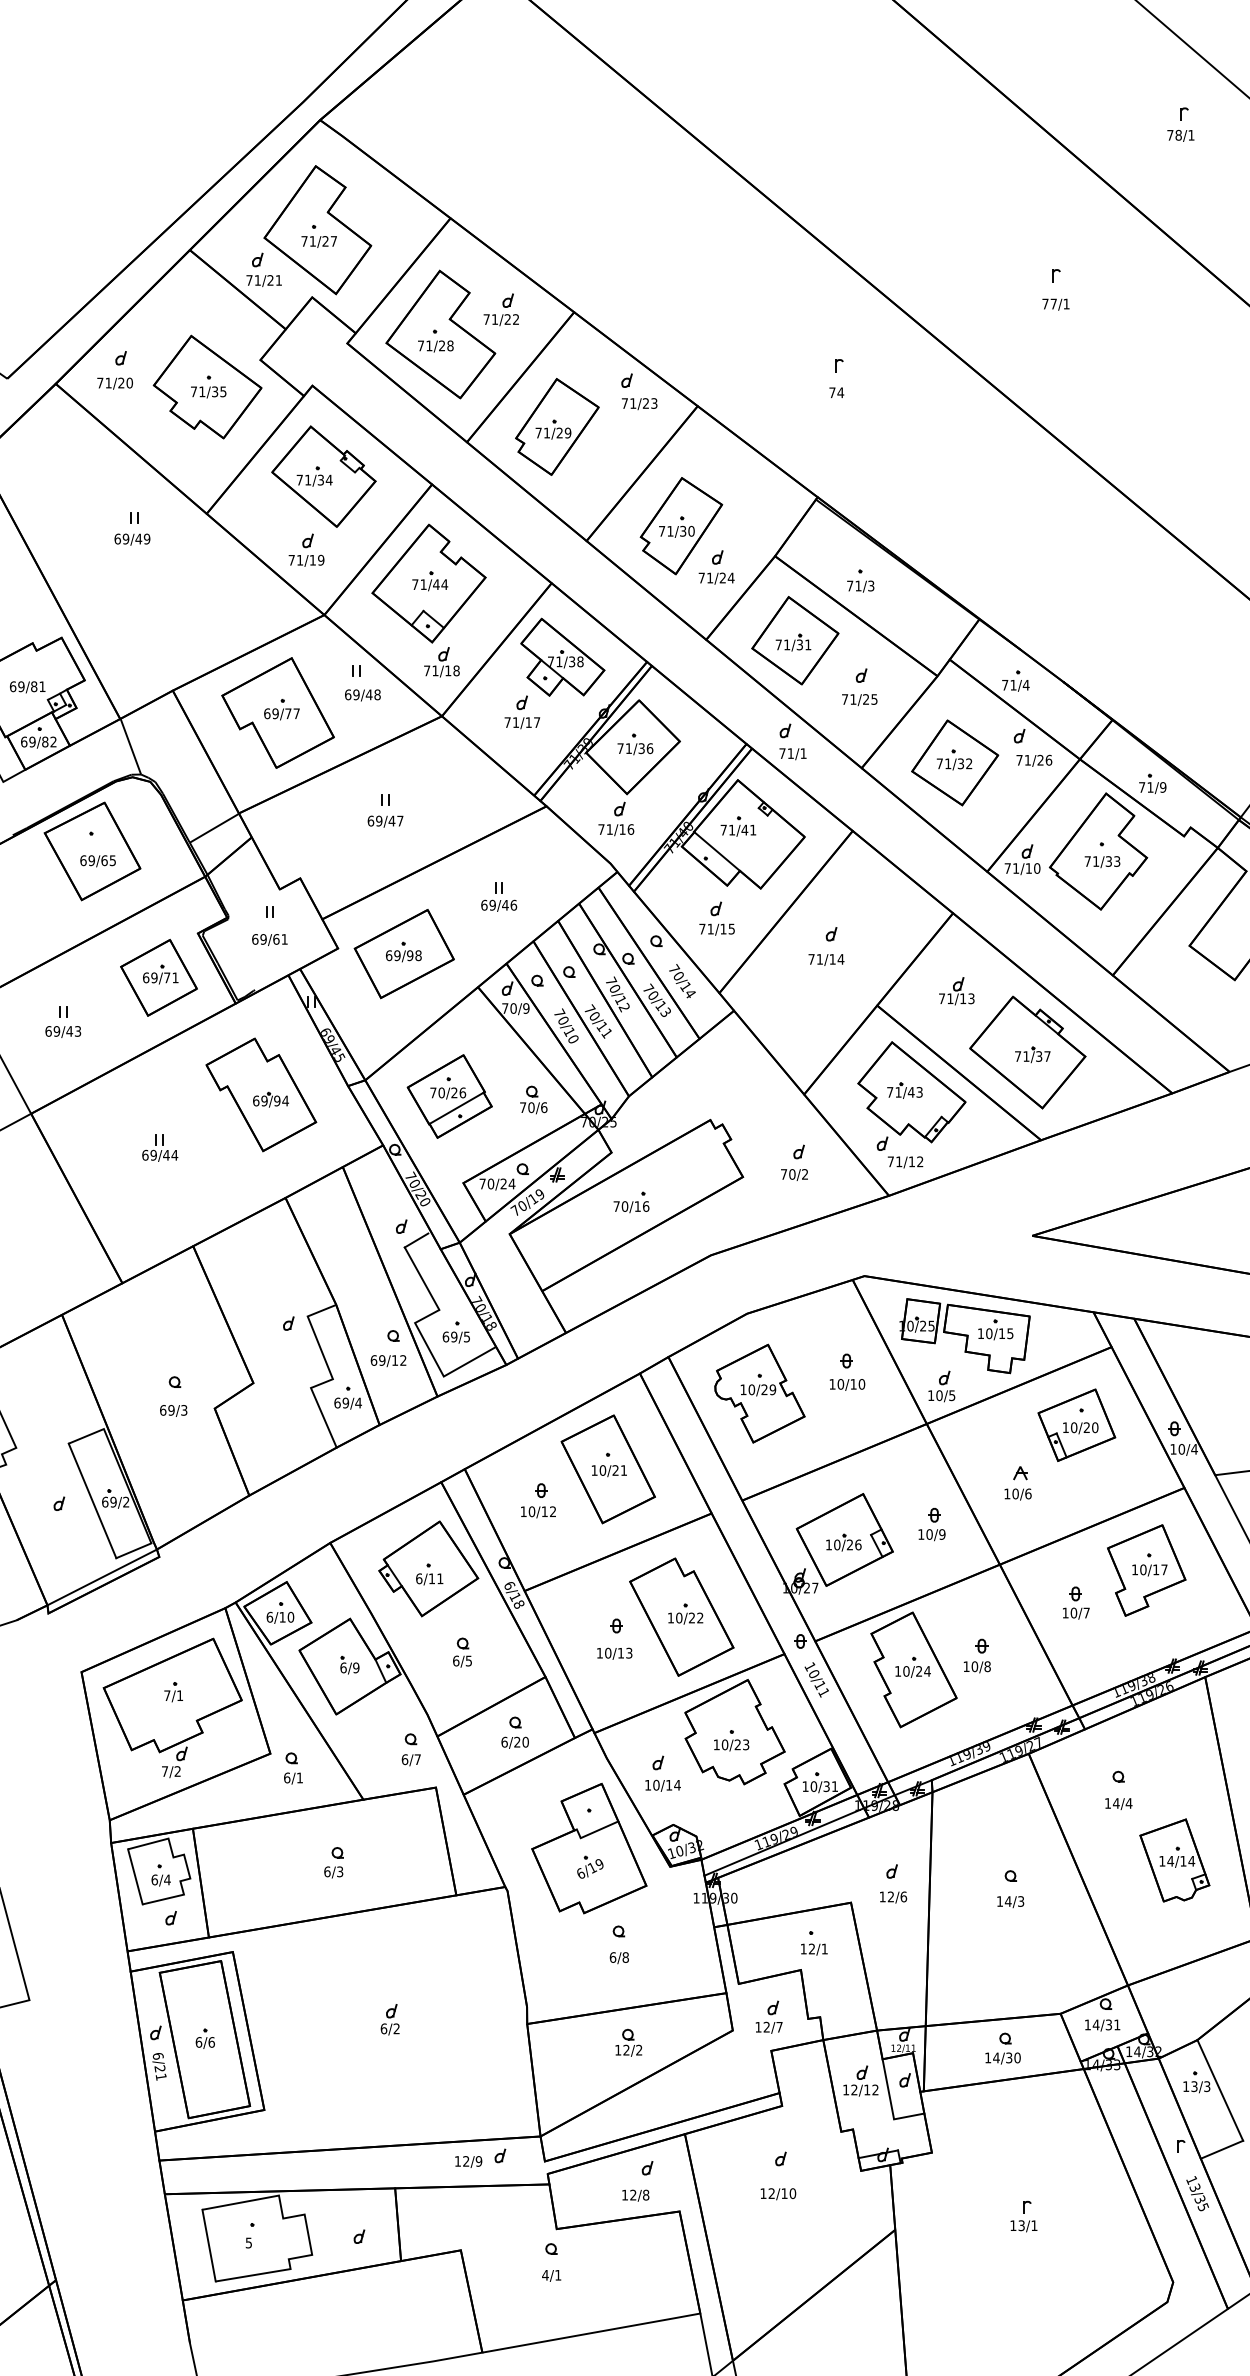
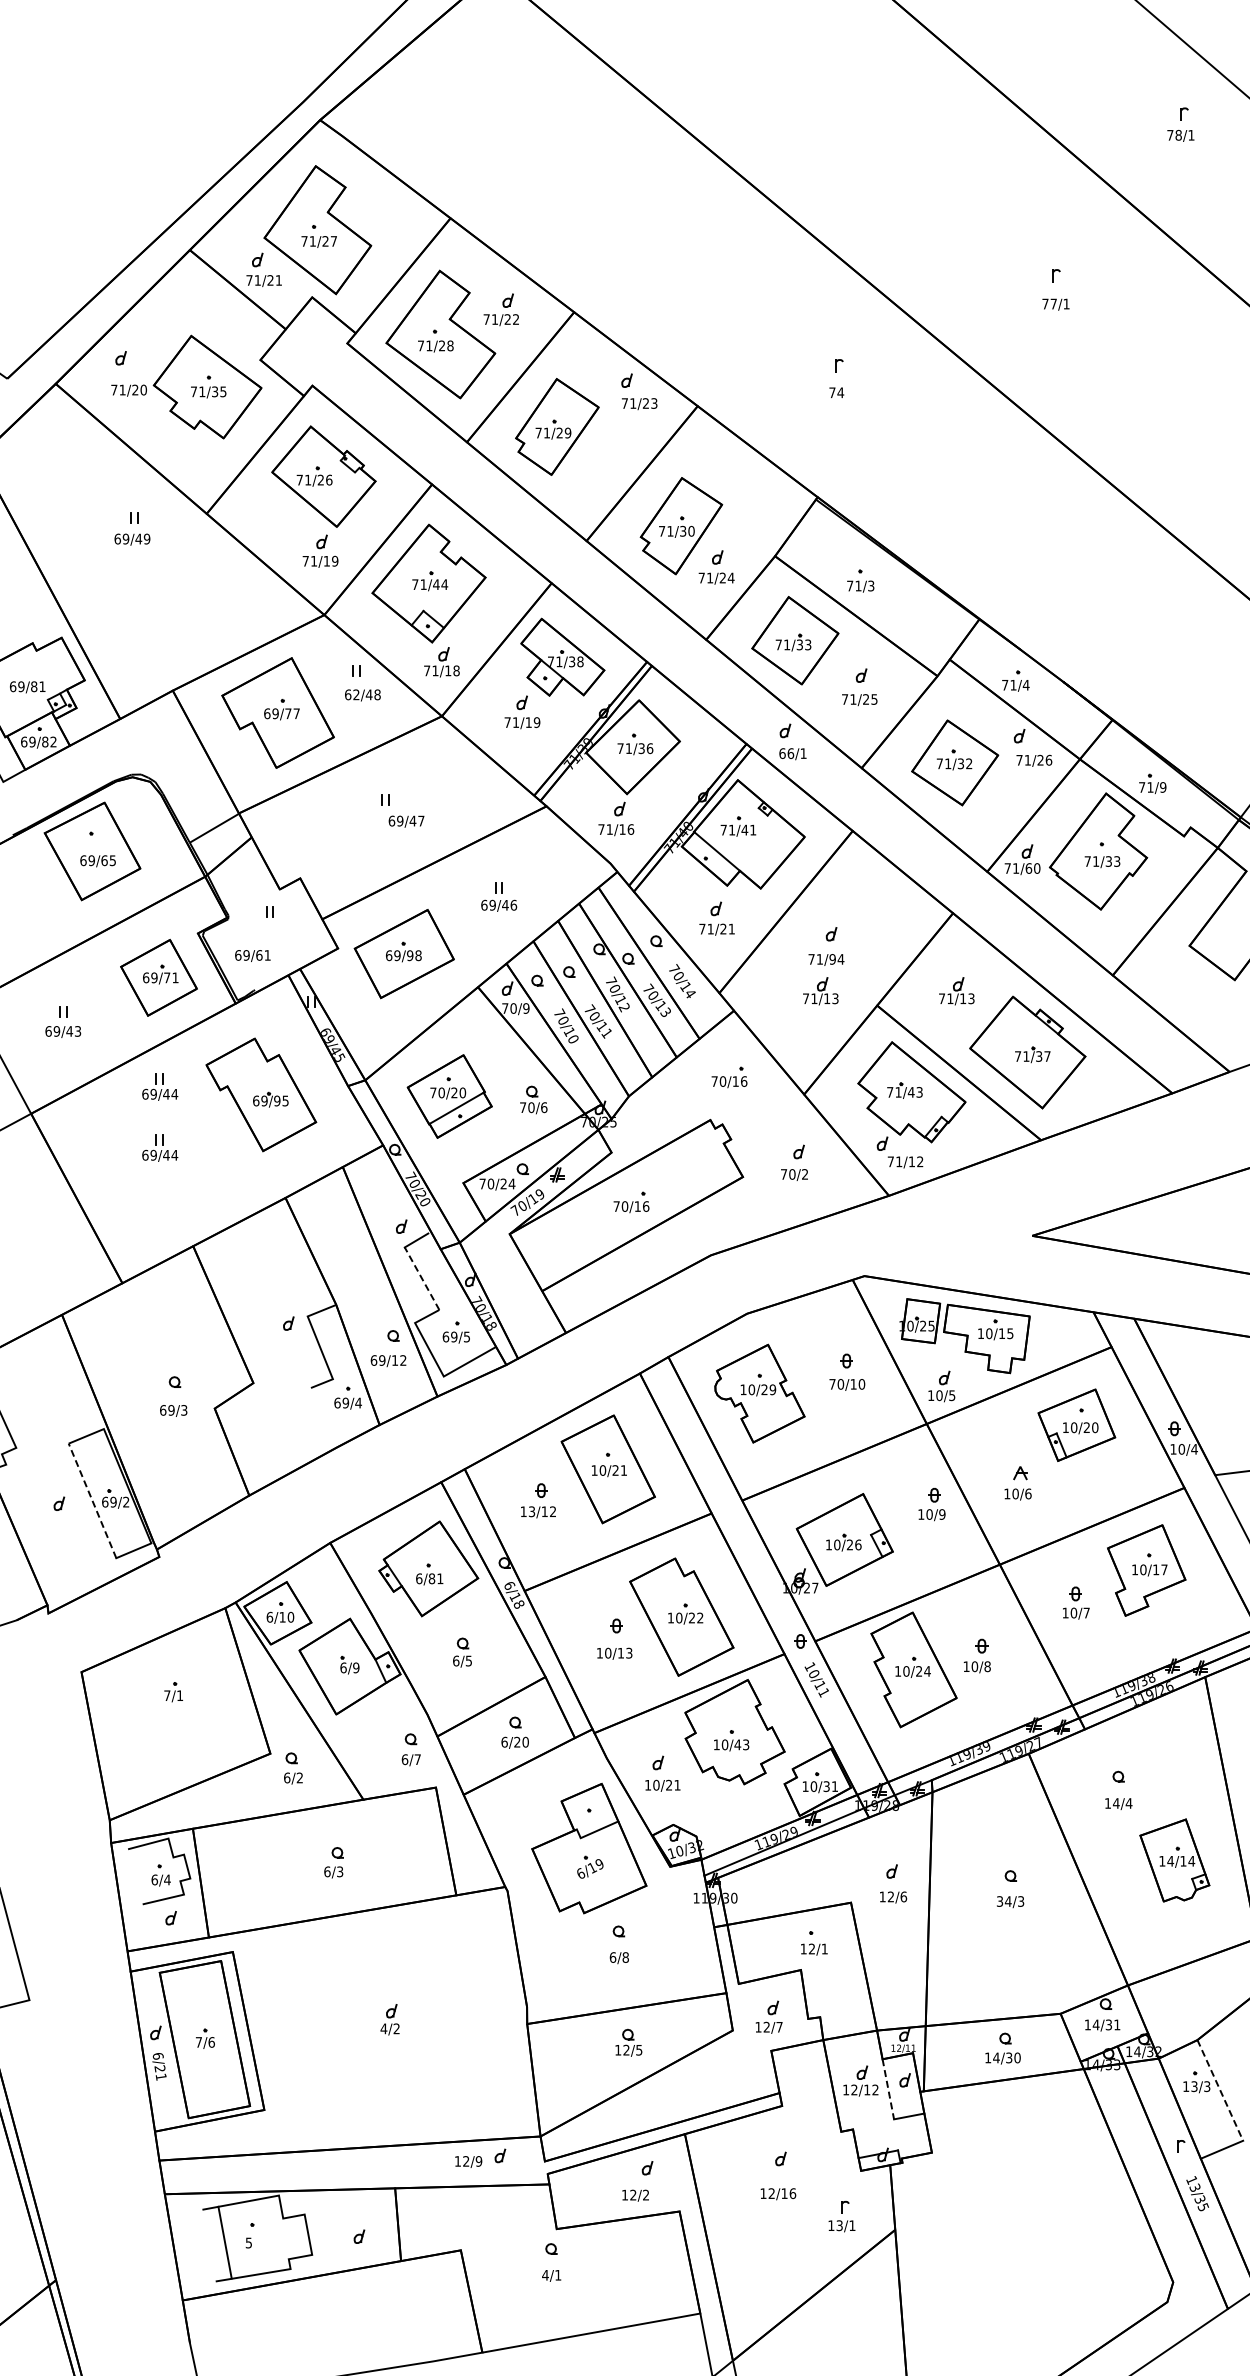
text at (114, 383) position: (114, 383) -> (128, 390)
text at (324, 479): 71/34 -> 71/26
part at (306, 549) position: (306, 549) -> (320, 550)
text at (808, 644): 71/31 -> 71/33
text at (356, 694): 69/48 -> 62/48
text at (536, 722): 71/17 -> 71/19
line at (130, 746): present -> none
text at (786, 753): 71/1 -> 66/1
text at (385, 821) position: (385, 821) -> (406, 821)
text at (1028, 868): 71/10 -> 71/60
text at (727, 928): 71/15 -> 71/21
text at (269, 939) position: (269, 939) -> (252, 955)
text at (832, 959): 71/14 -> 71/94
part at (820, 991): none -> present
part at (729, 1077): none -> present
part at (160, 1086): none -> present
text at (462, 1092): 70/26 -> 70/20
text at (285, 1100): 69/94 -> 69/95
line at (422, 1278): solid -> dashed
text at (832, 1384): 10/10 -> 70/10
line at (323, 1417): present -> none
line at (92, 1500): solid -> dashed
text at (531, 1511): 10/12 -> 13/12
part at (931, 1524) position: (931, 1524) -> (931, 1504)
line at (101, 1577): present -> none
text at (431, 1578): 6/11 -> 6/81
part at (172, 1707): present -> none
text at (737, 1744): 10/23 -> 10/43
text at (299, 1777): 6/1 -> 6/2
text at (673, 1784): 10/14 -> 10/21
line at (135, 1876): present -> none
text at (999, 1901): 14/3 -> 34/3
text at (383, 2028): 6/2 -> 4/2
text at (198, 2042): 6/6 -> 7/6
text at (639, 2049): 12/2 -> 12/5
line at (888, 2090): solid -> dashed
line at (1220, 2090): solid -> dashed
text at (793, 2193): 12/10 -> 12/16
text at (646, 2194): 12/8 -> 12/2
part at (1023, 2216) position: (1023, 2216) -> (841, 2216)
line at (208, 2245) position: (208, 2245) -> (224, 2242)
